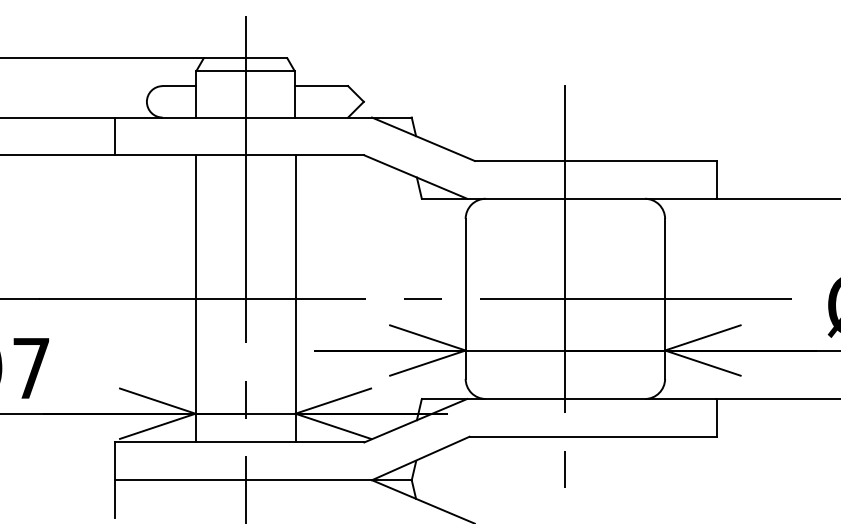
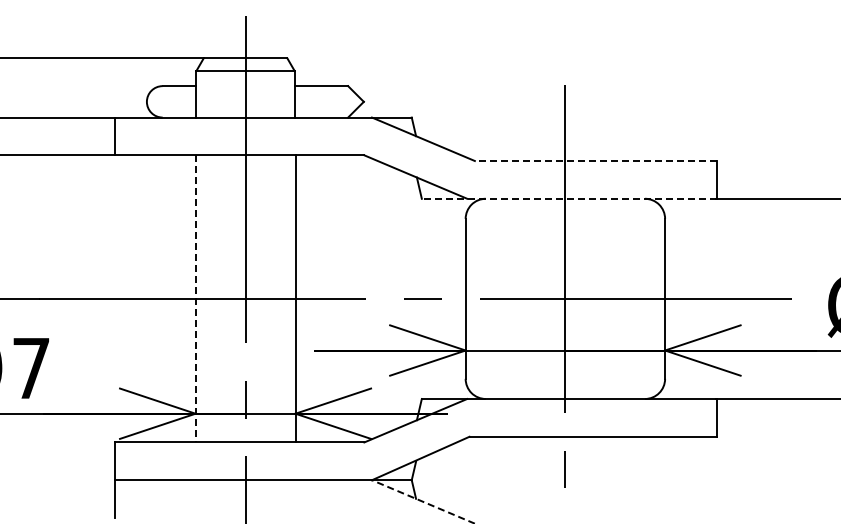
line at (595, 161): solid -> dashed
line at (568, 198): solid -> dashed
line at (195, 298): solid -> dashed
line at (423, 501): solid -> dashed
